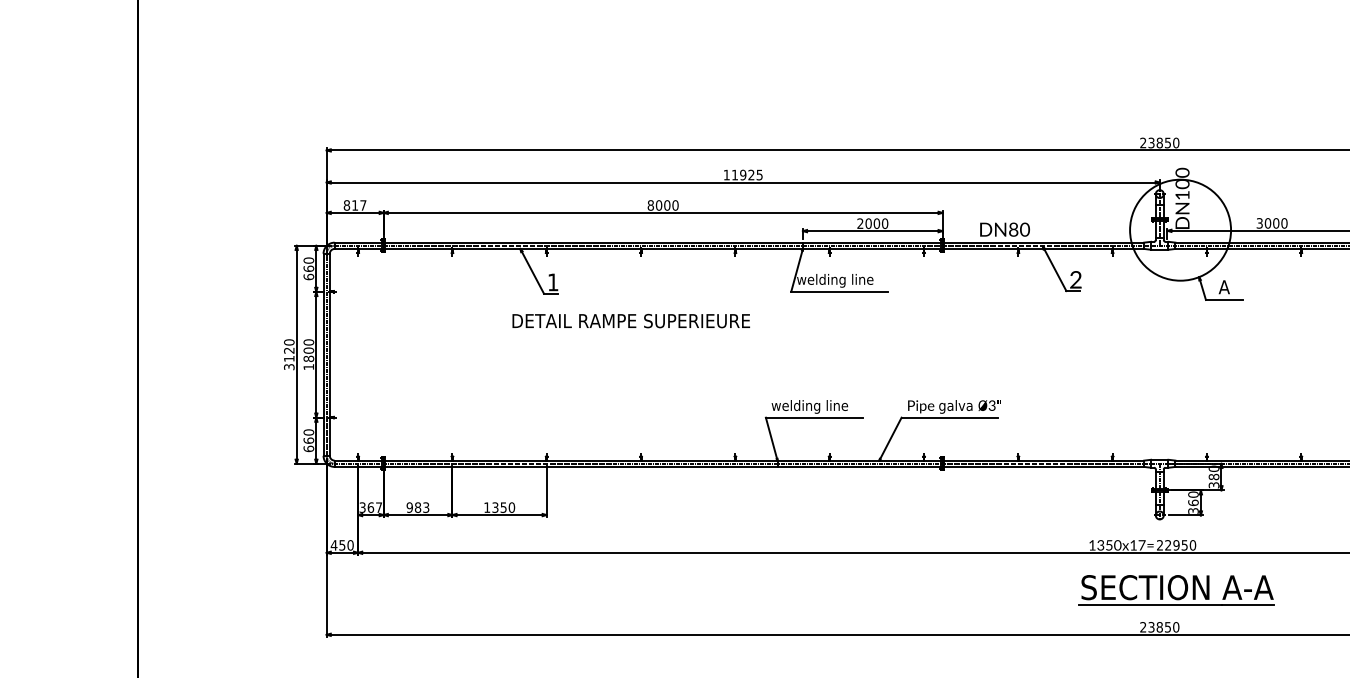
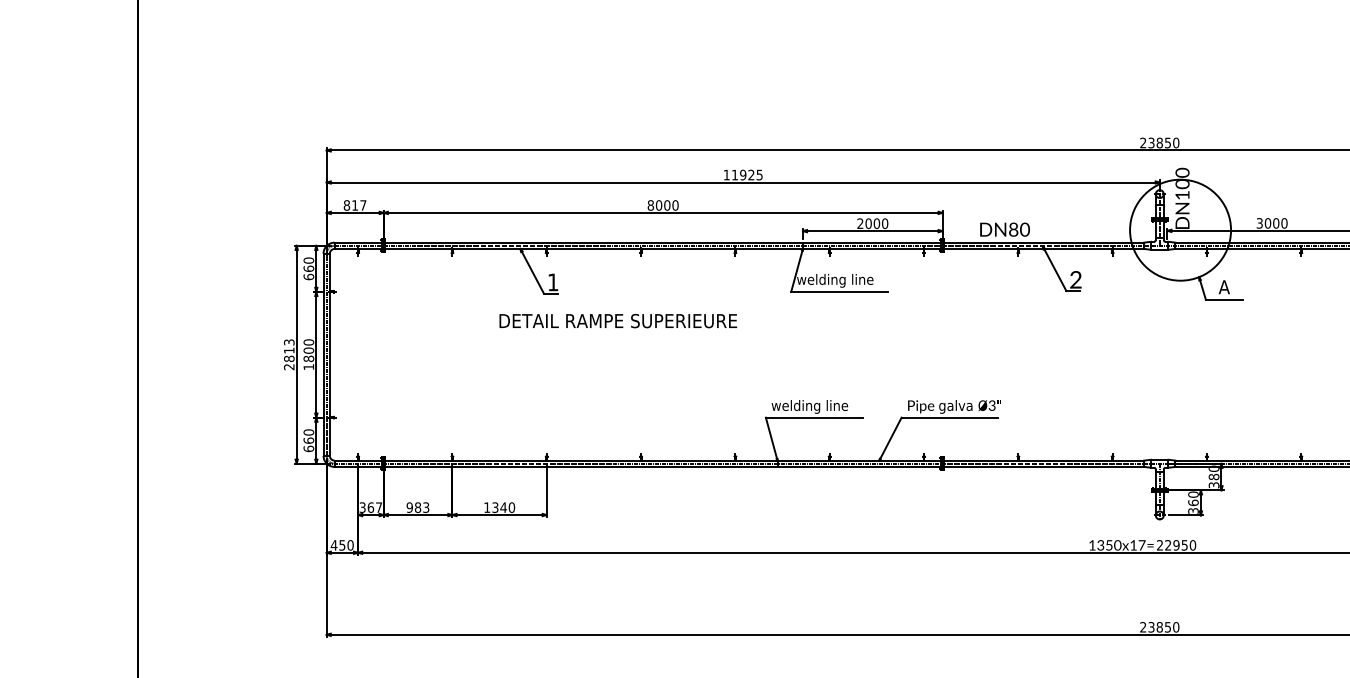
text at (630, 320) position: (630, 320) -> (617, 320)
text at (289, 354): 3120 -> 2813
text at (503, 507): 1350 -> 1340
part at (1176, 590): present -> none
